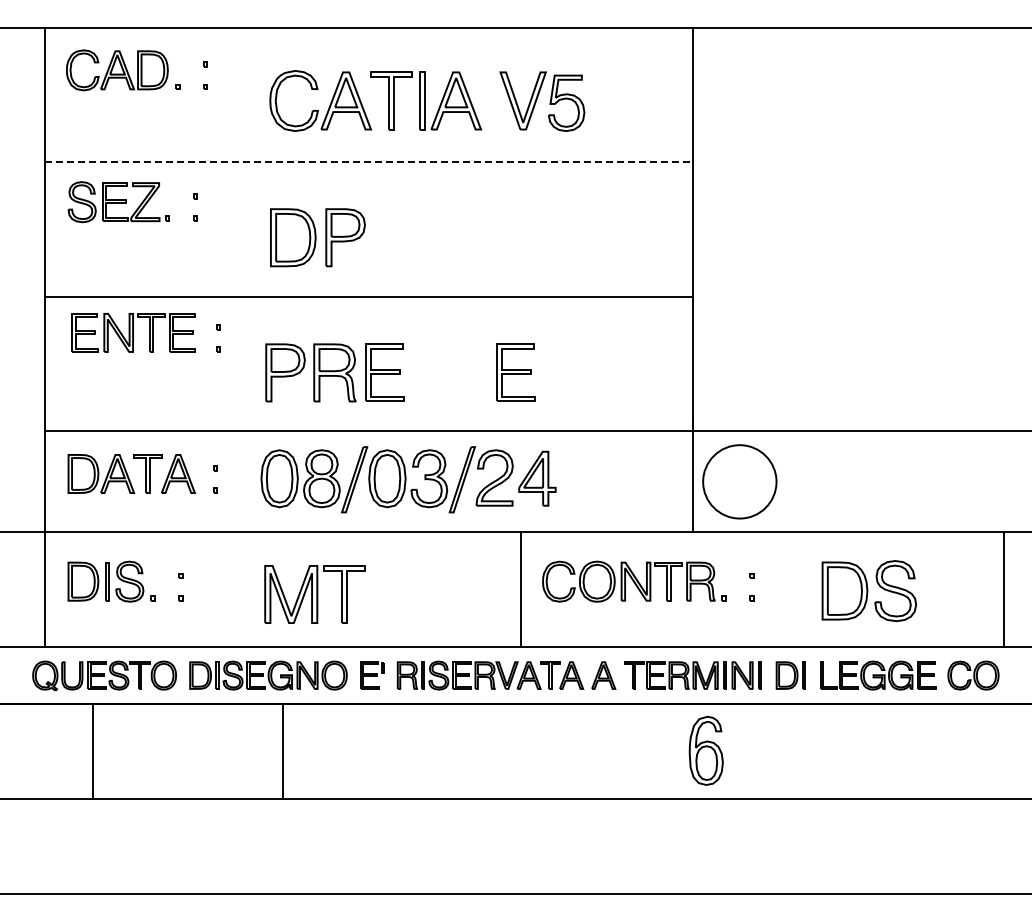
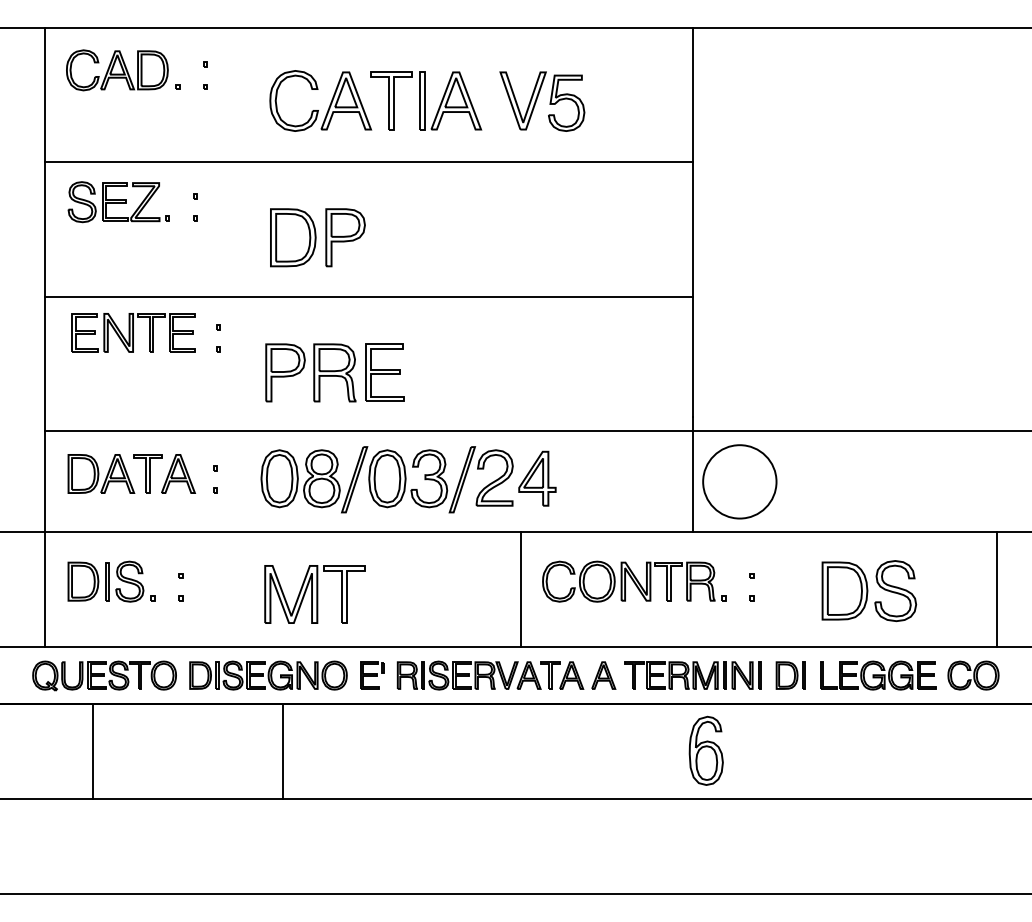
line at (369, 162): dashed -> solid
part at (515, 372): present -> none
line at (1004, 589) position: (1004, 589) -> (997, 589)
